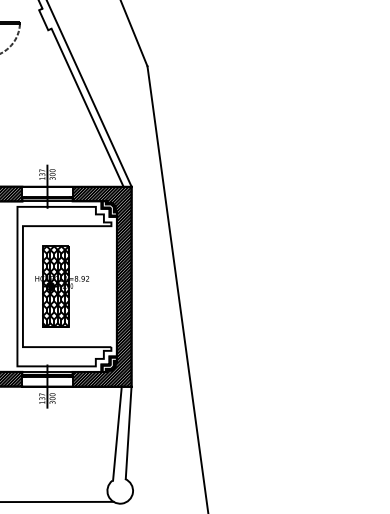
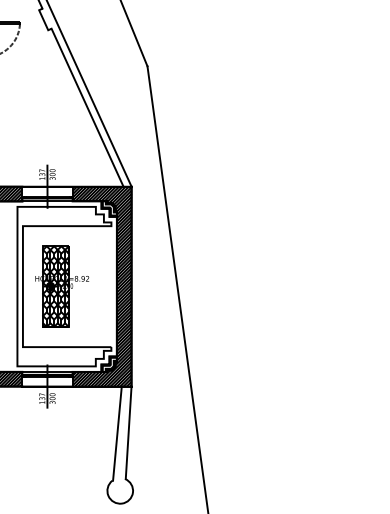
line at (57, 501): present -> none
